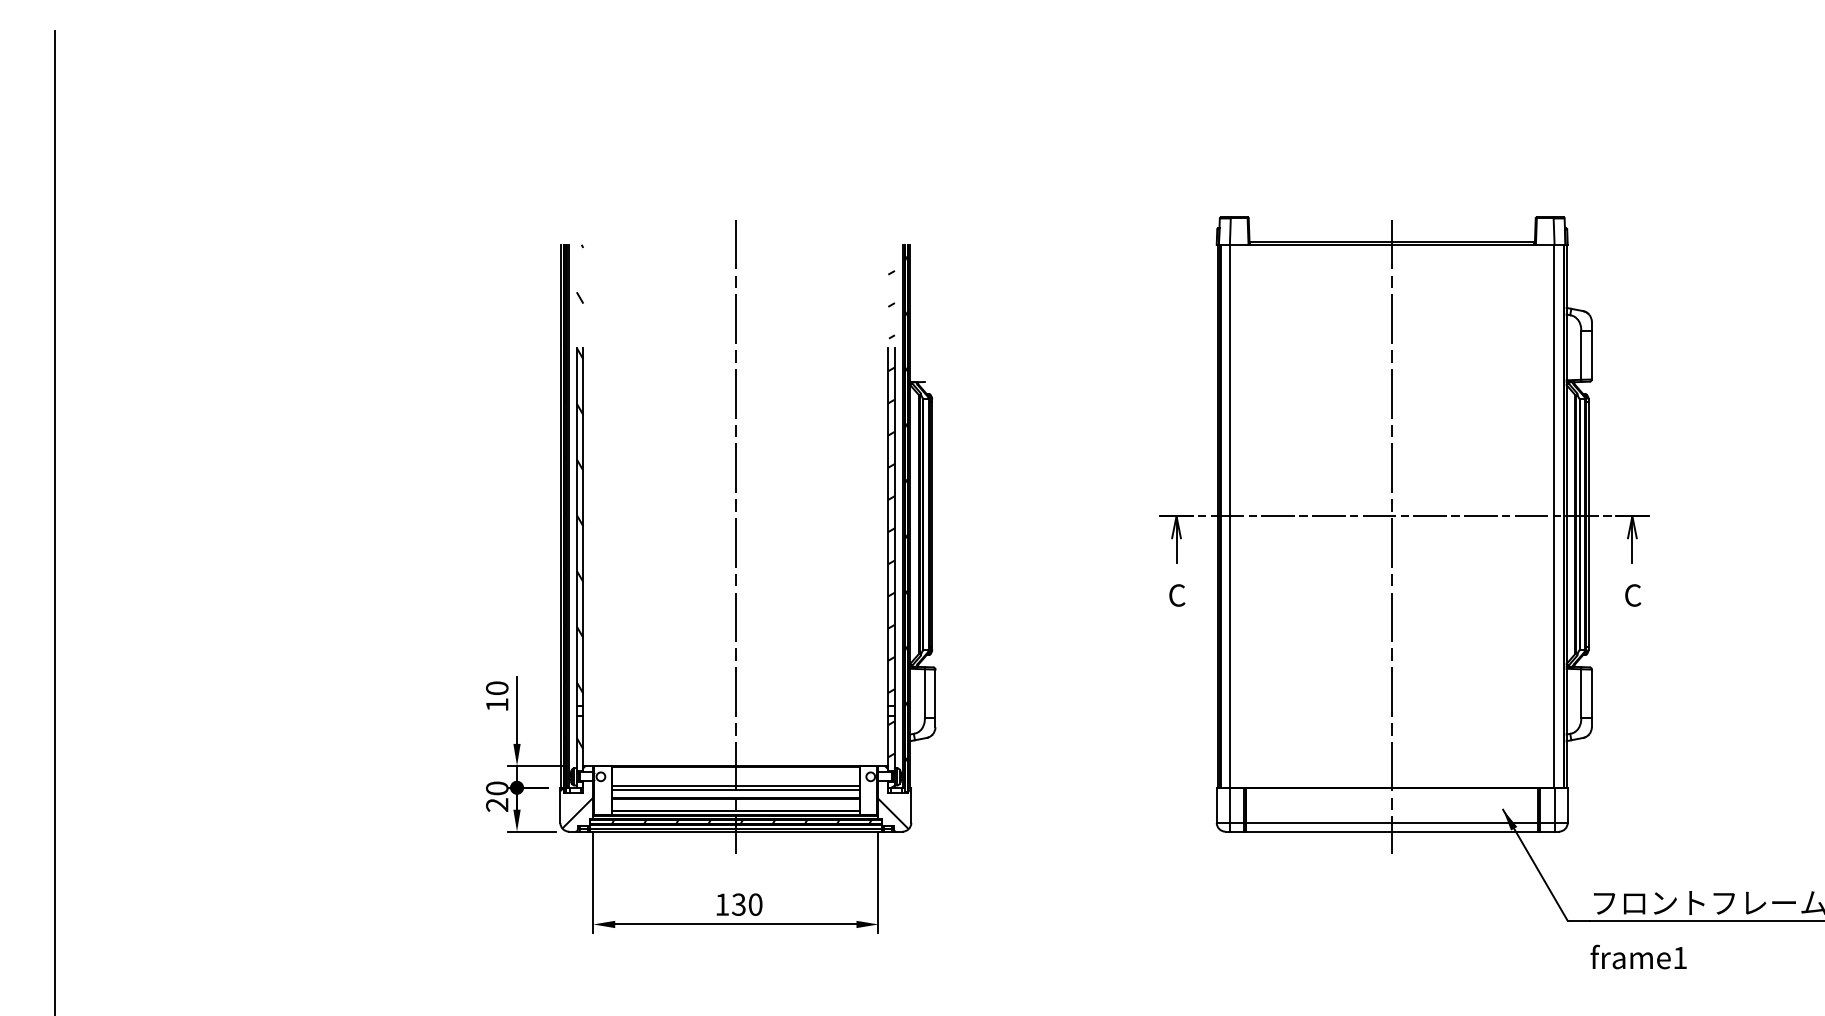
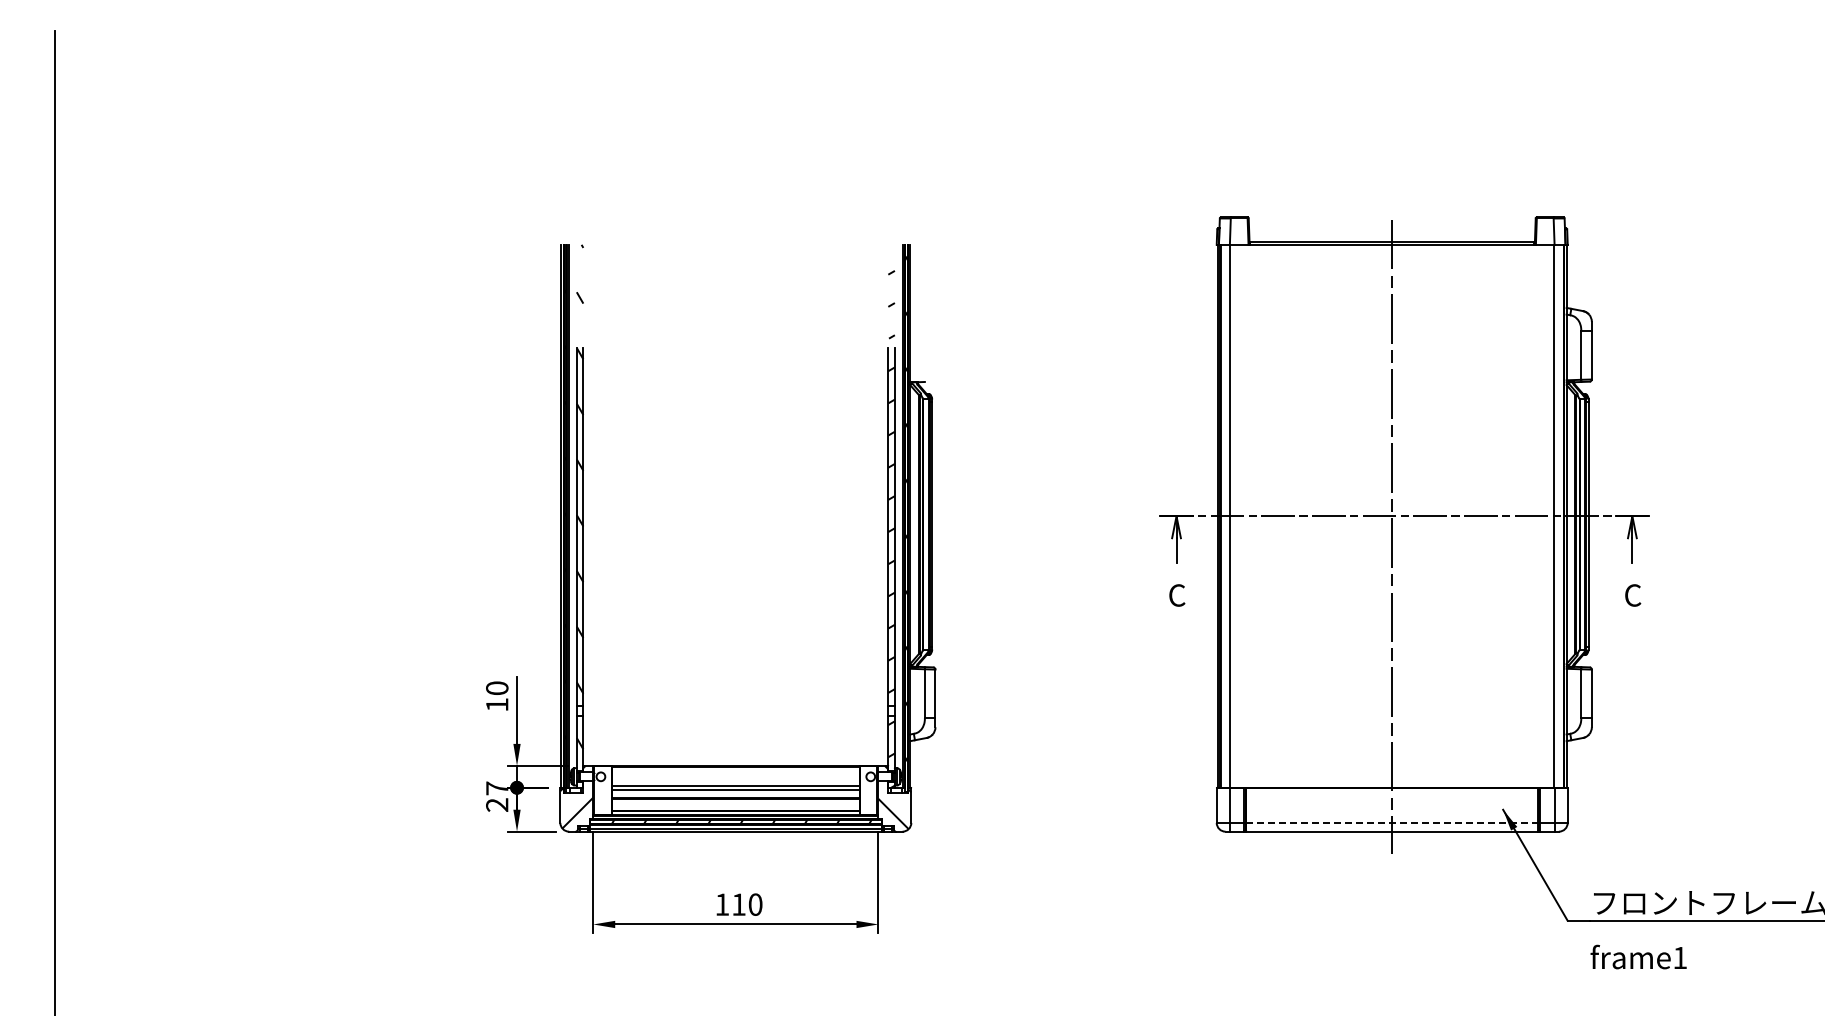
line at (735, 536): present -> none
text at (497, 788): 20 -> 27
line at (1392, 822): solid -> dashed
text at (738, 904): 130 -> 110
